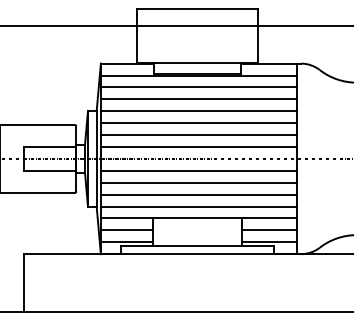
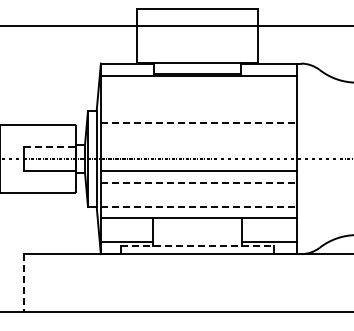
line at (198, 87): present -> none
line at (198, 99): present -> none
line at (198, 111): present -> none
line at (199, 123): solid -> dashed
line at (198, 135): present -> none
line at (50, 146): solid -> dashed
line at (198, 146): present -> none
line at (199, 182): solid -> dashed
line at (198, 194): present -> none
line at (199, 206): solid -> dashed
line at (126, 230): present -> none
line at (269, 230): present -> none
line at (197, 246): solid -> dashed
line at (24, 283): solid -> dashed
